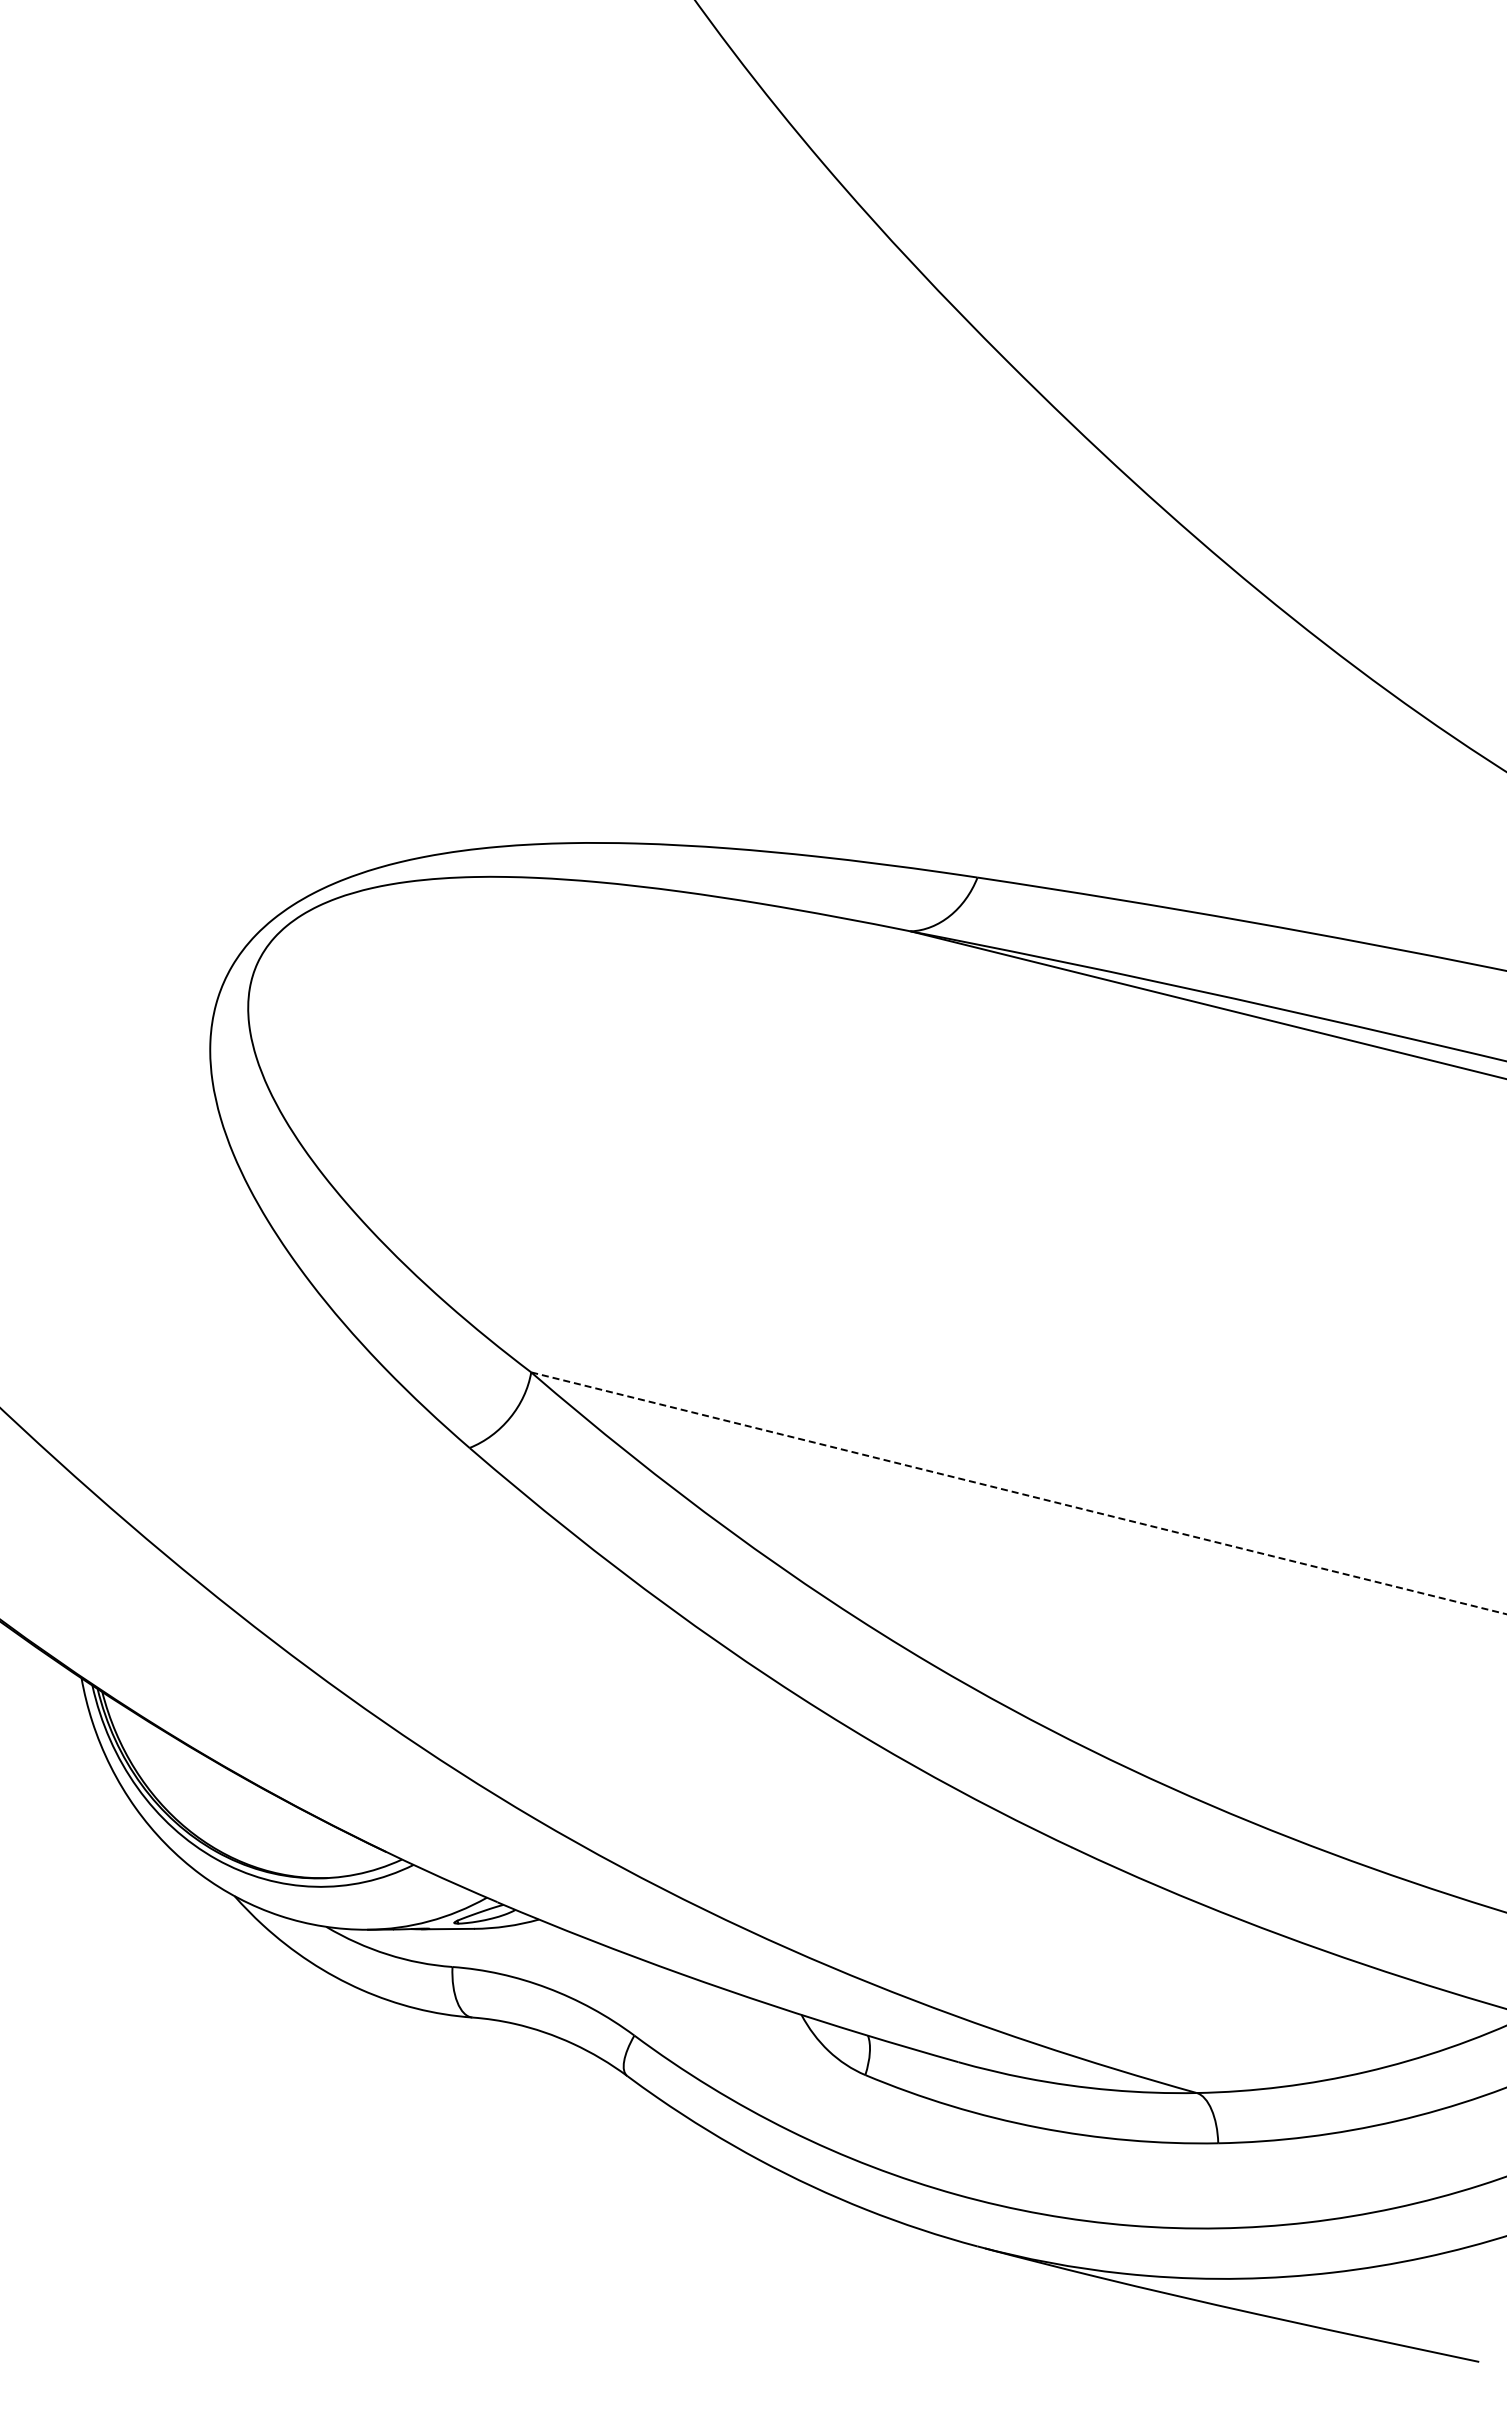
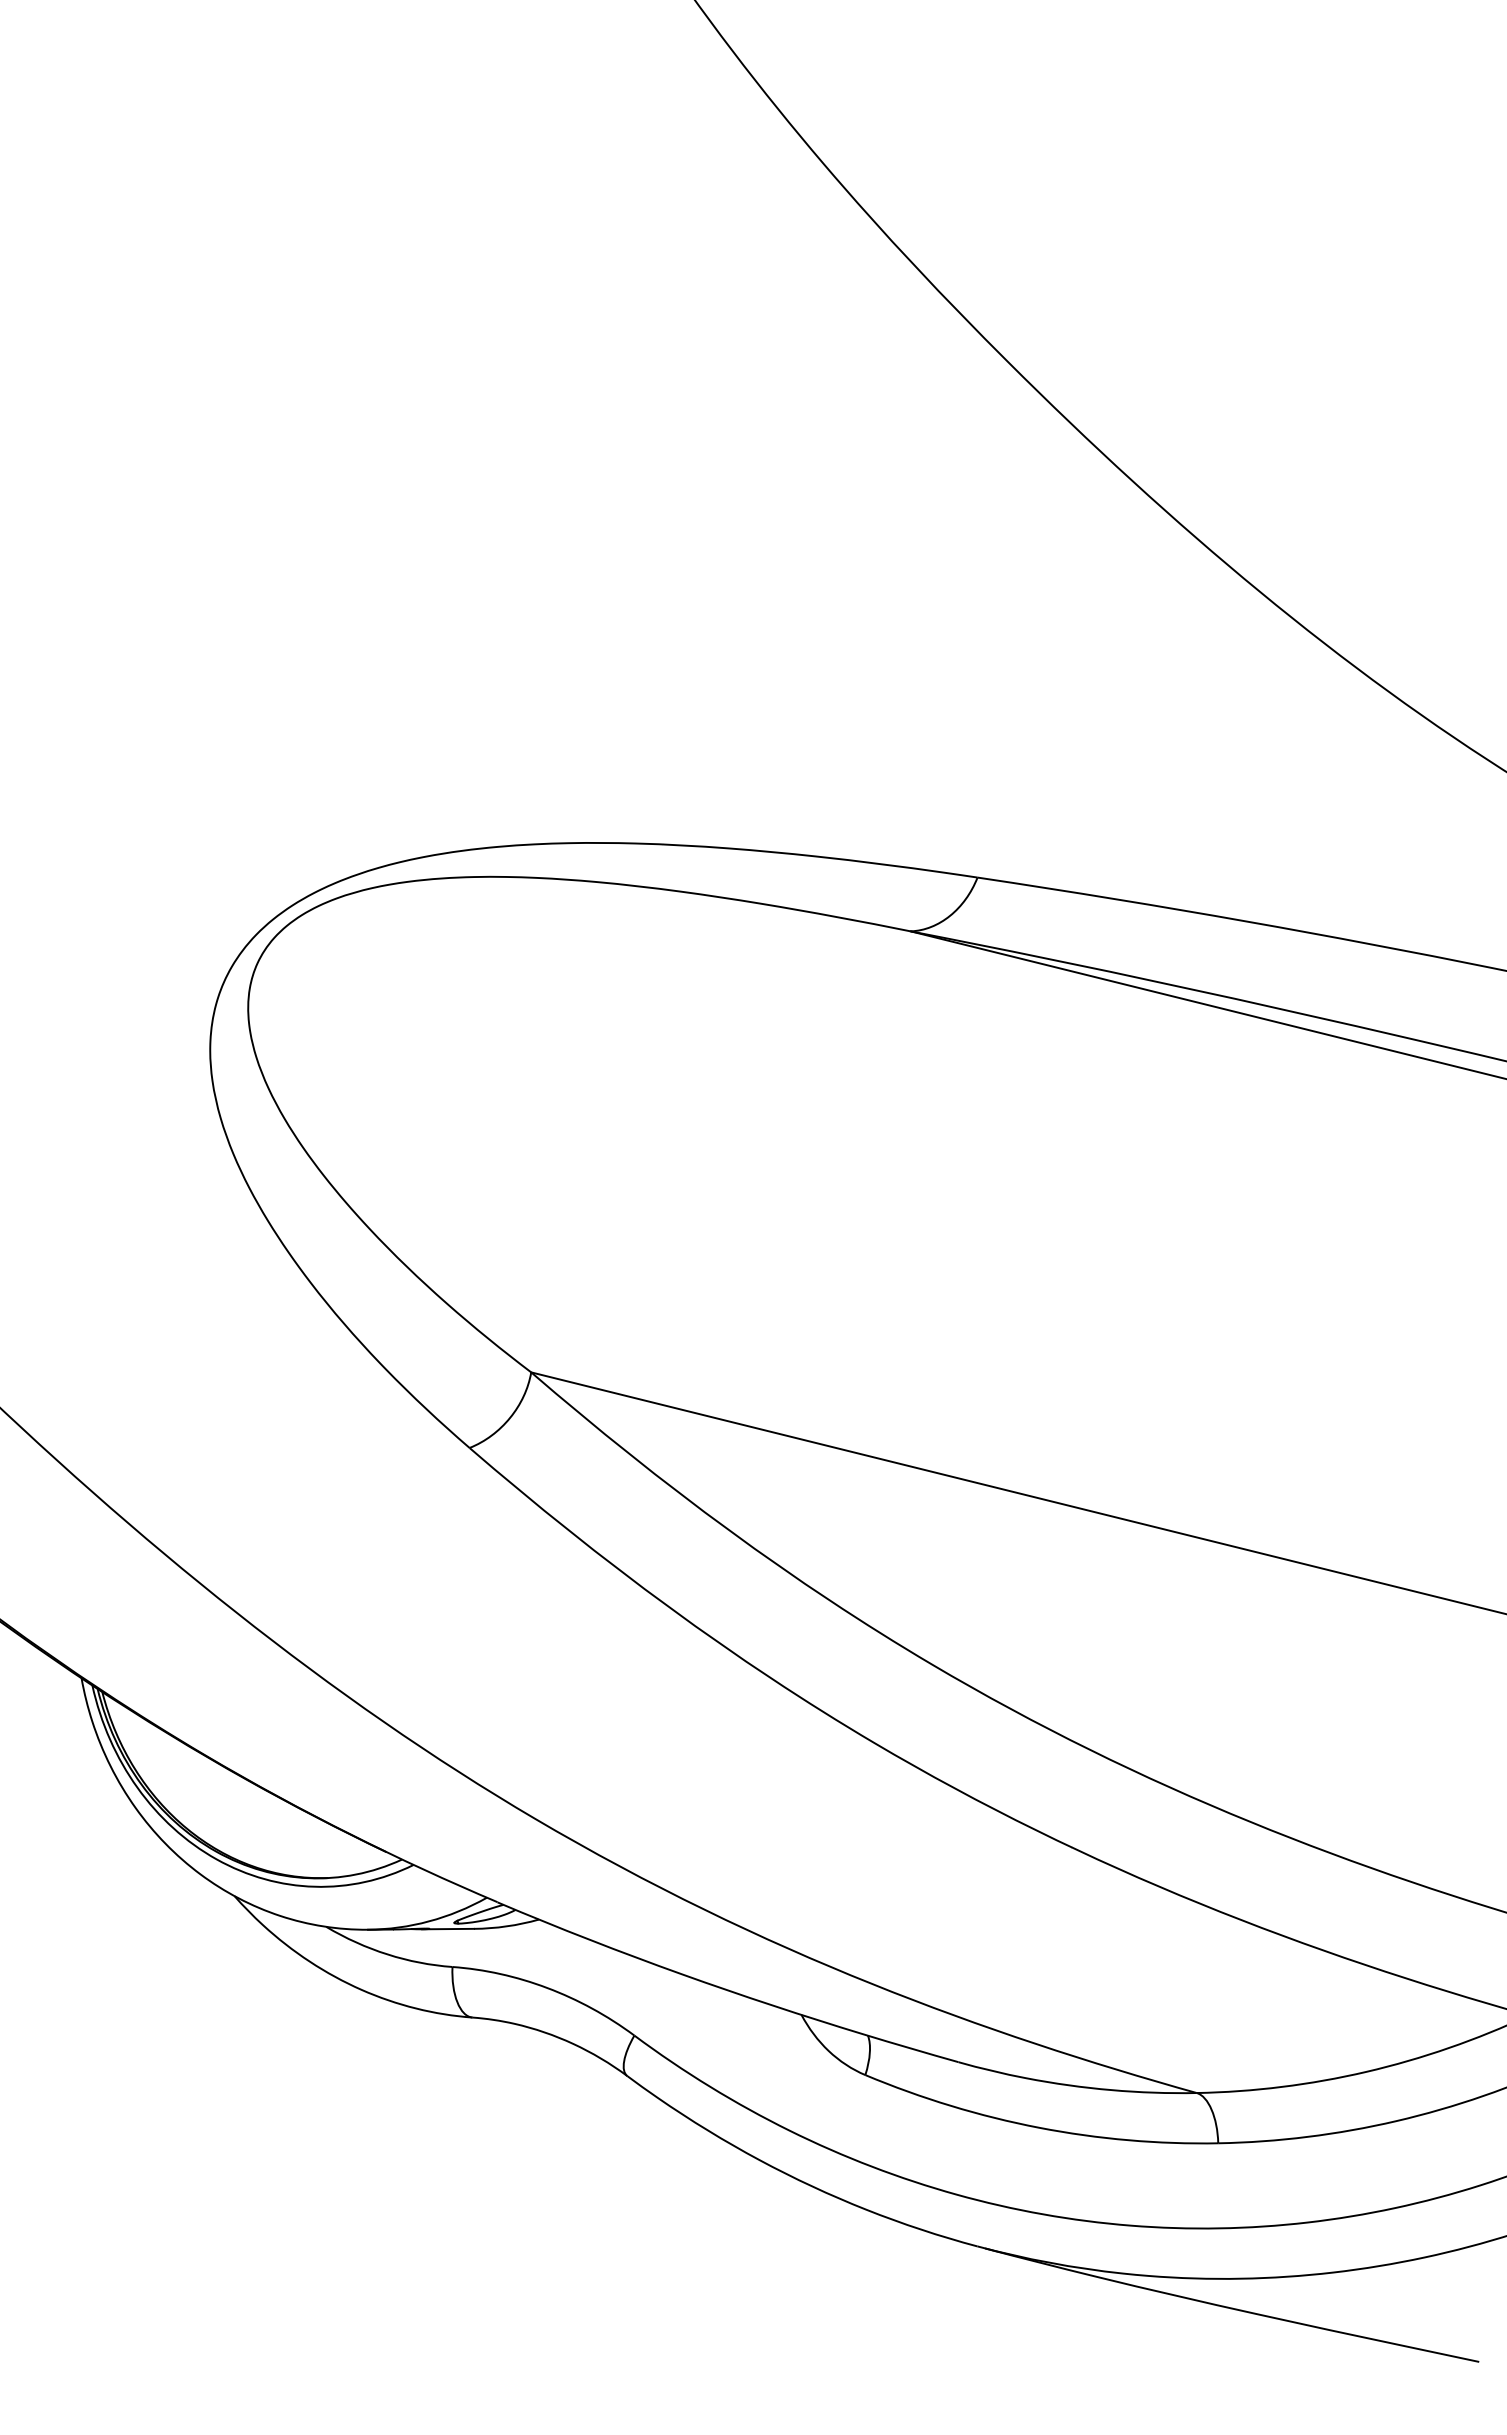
line at (1019, 1493): dashed -> solid
